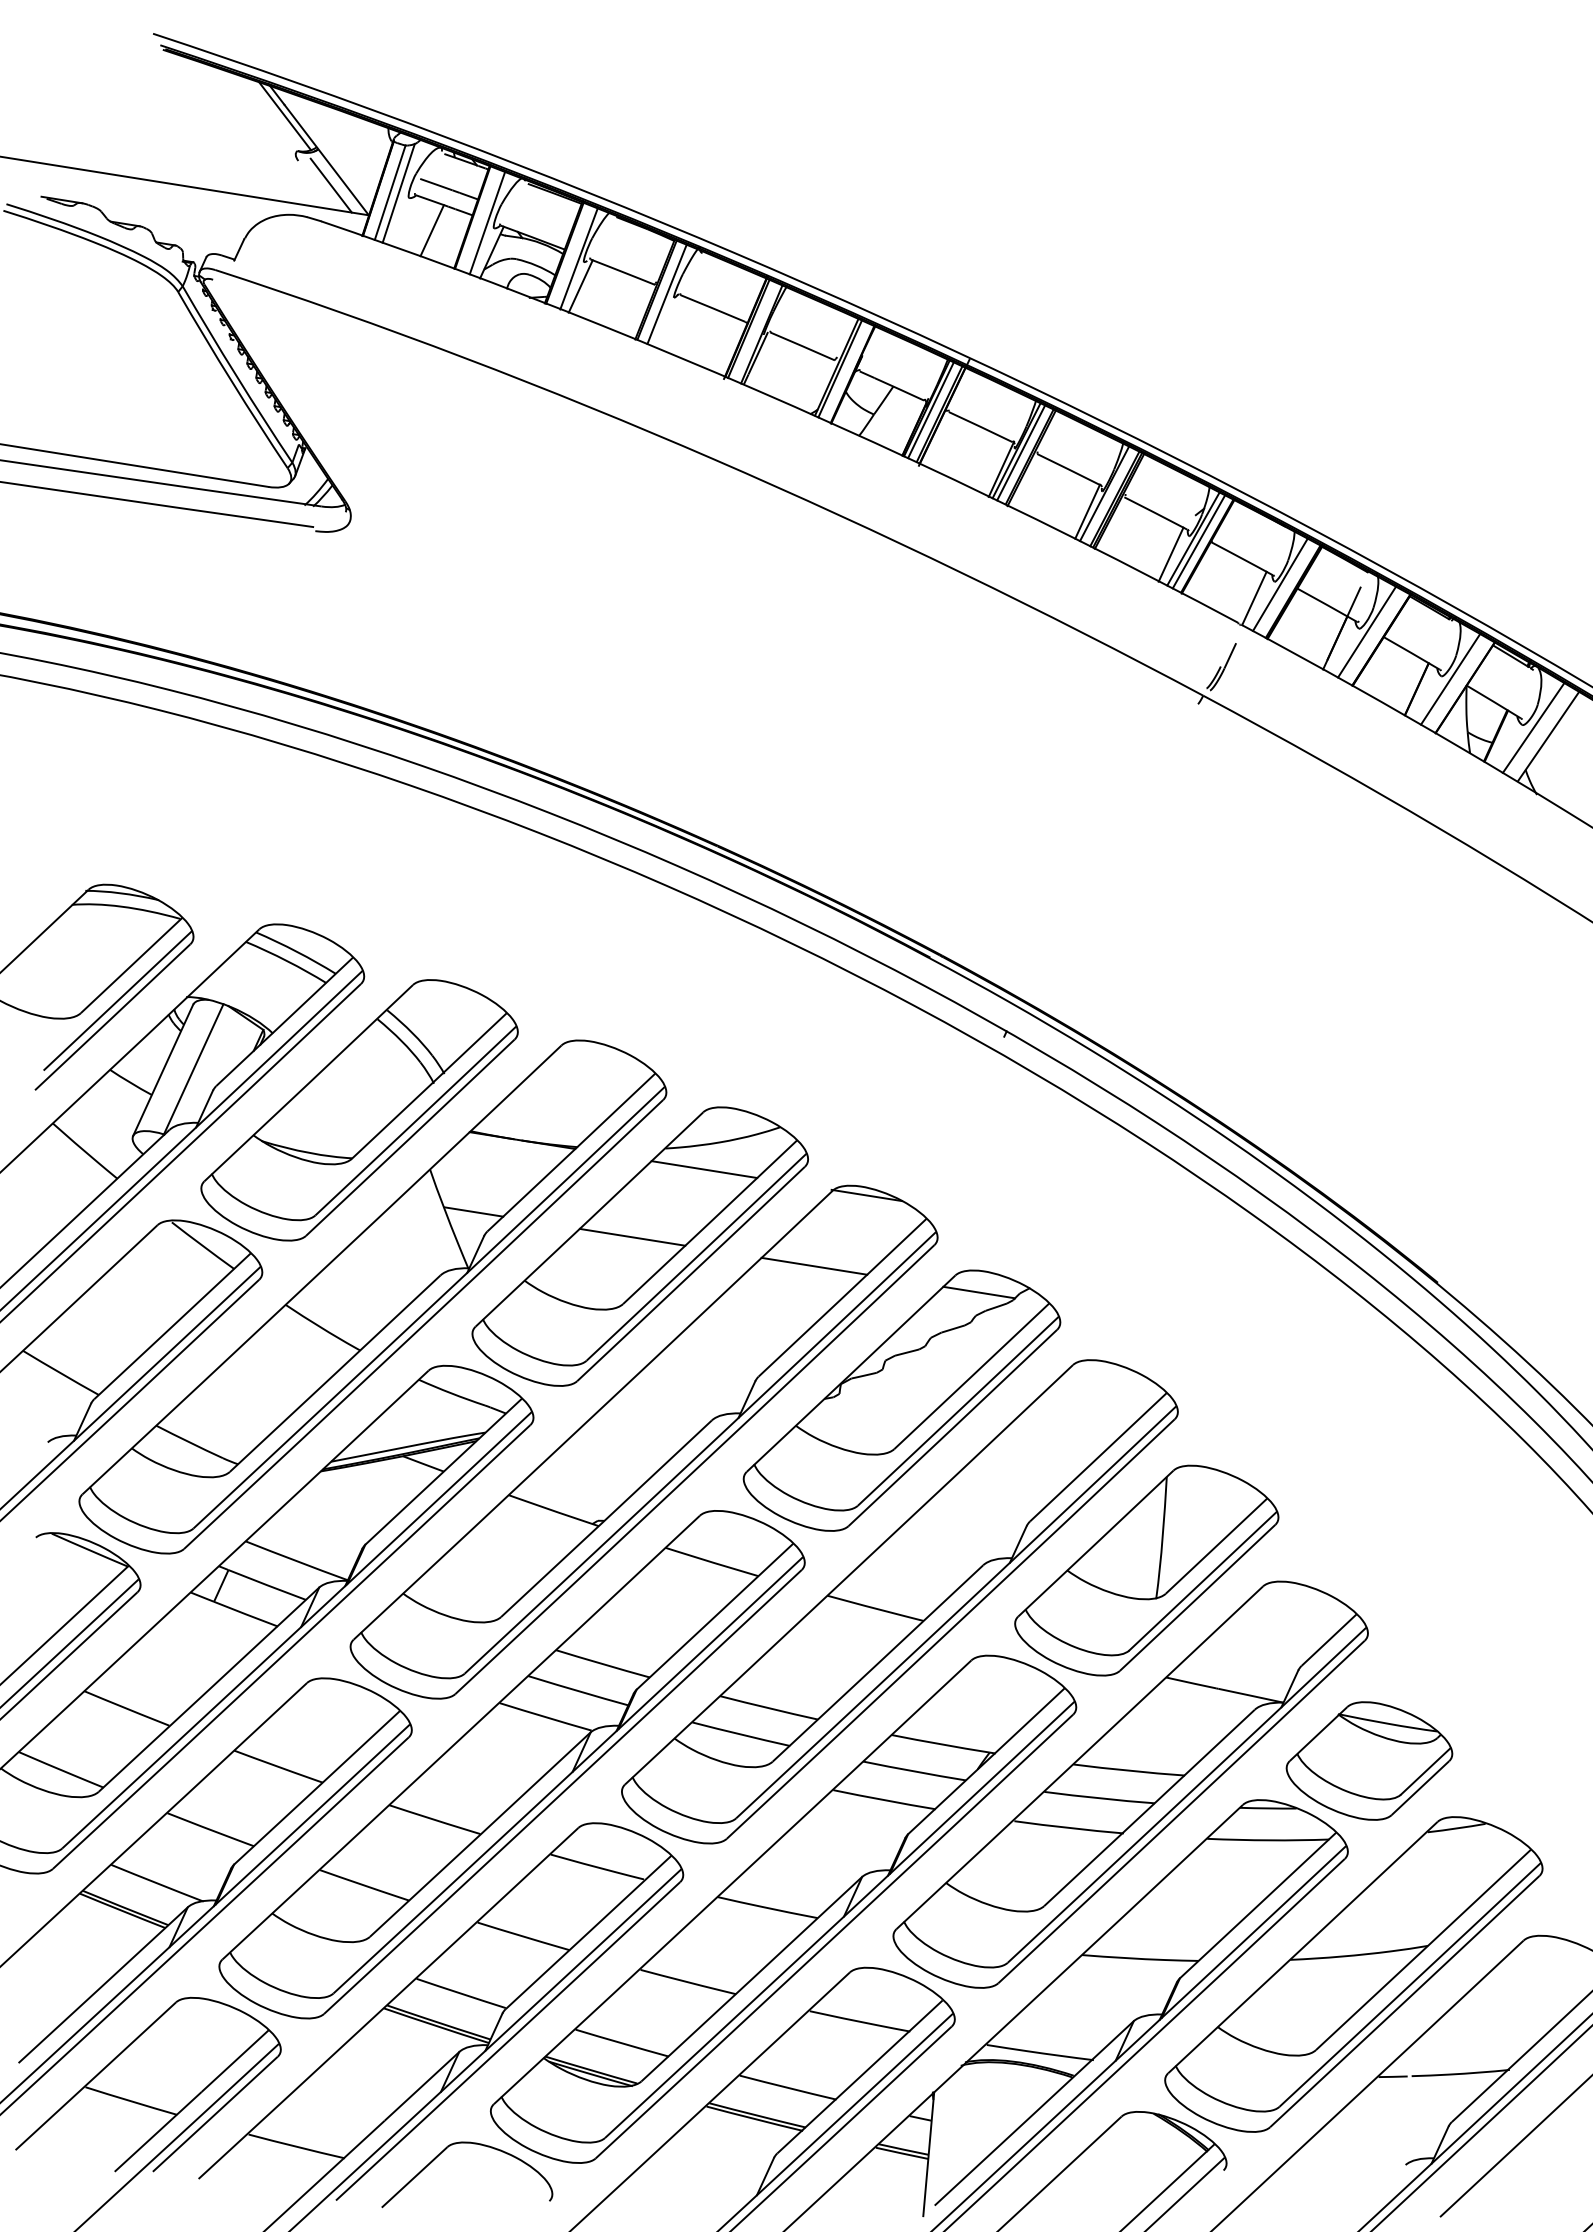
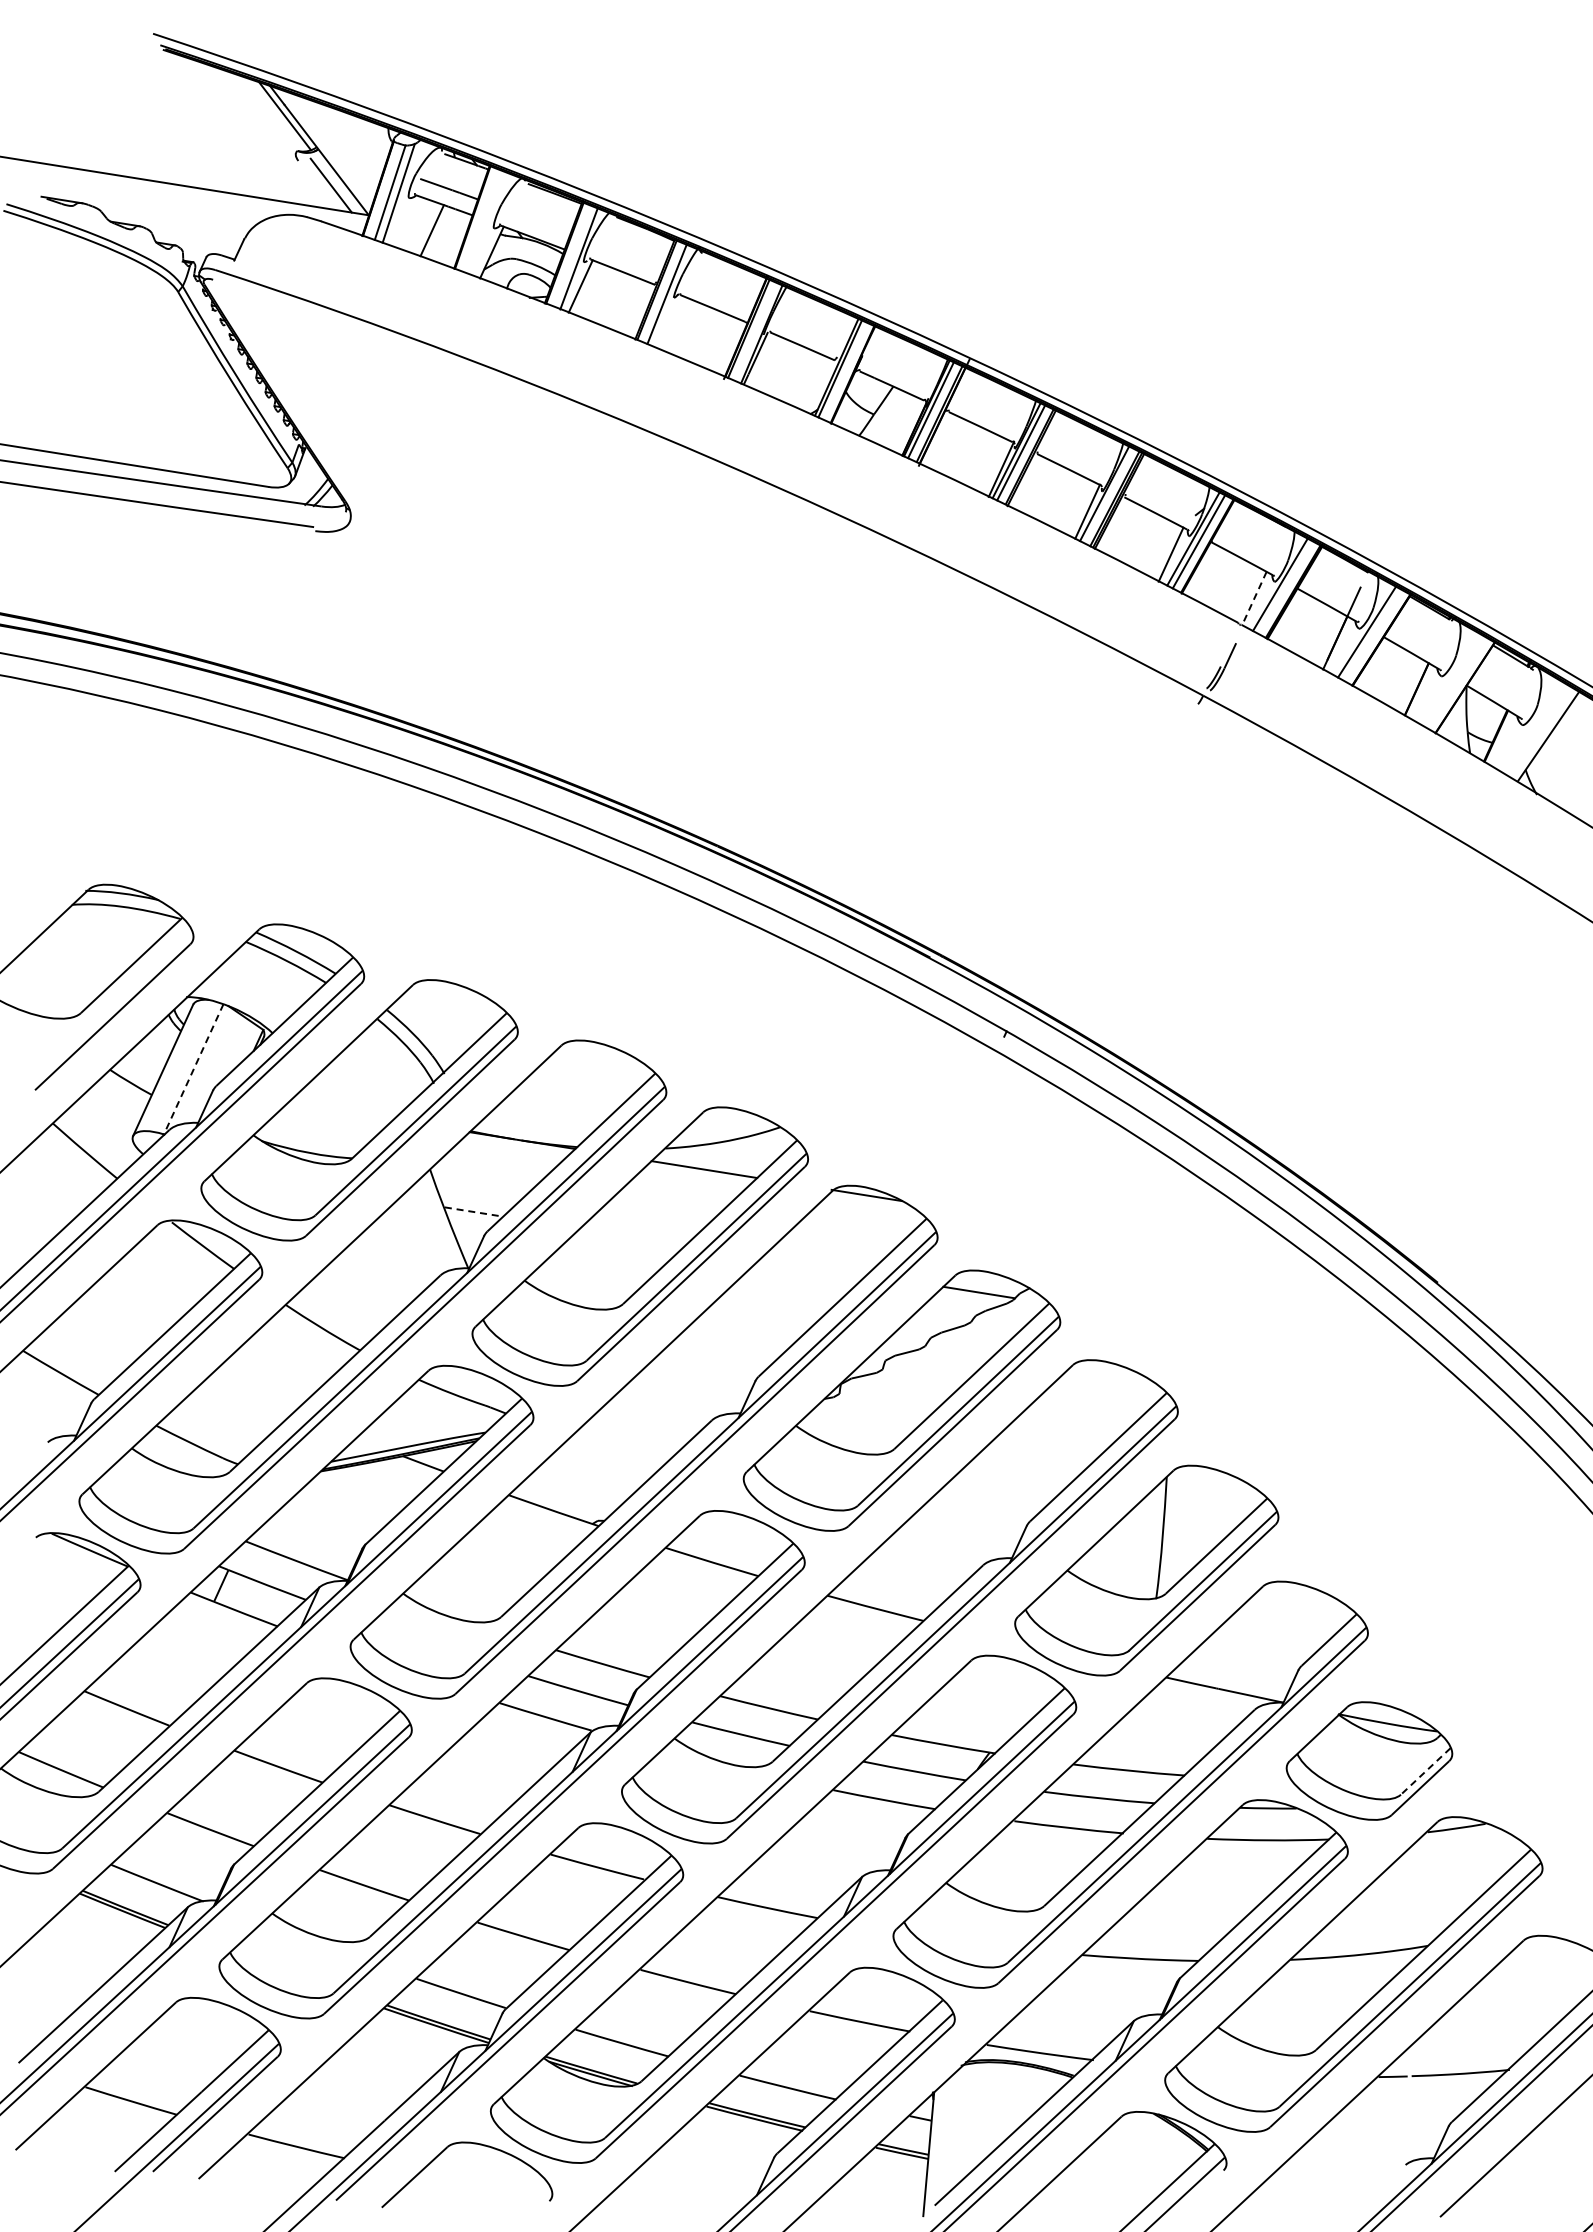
line at (487, 223): present -> none
line at (1254, 598): solid -> dashed
line at (1450, 679): present -> none
line at (1533, 727): present -> none
line at (117, 1000): present -> none
line at (193, 1069): solid -> dashed
line at (474, 1212): solid -> dashed
line at (632, 1236): present -> none
line at (814, 1265): present -> none
line at (1425, 1771): solid -> dashed
